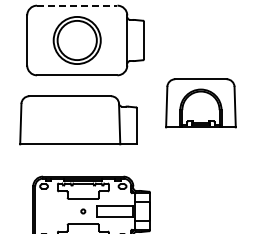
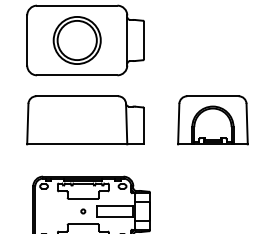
line at (77, 5): dashed -> solid
part at (200, 103) position: (200, 103) -> (212, 120)
part at (78, 120) position: (78, 120) -> (85, 120)
